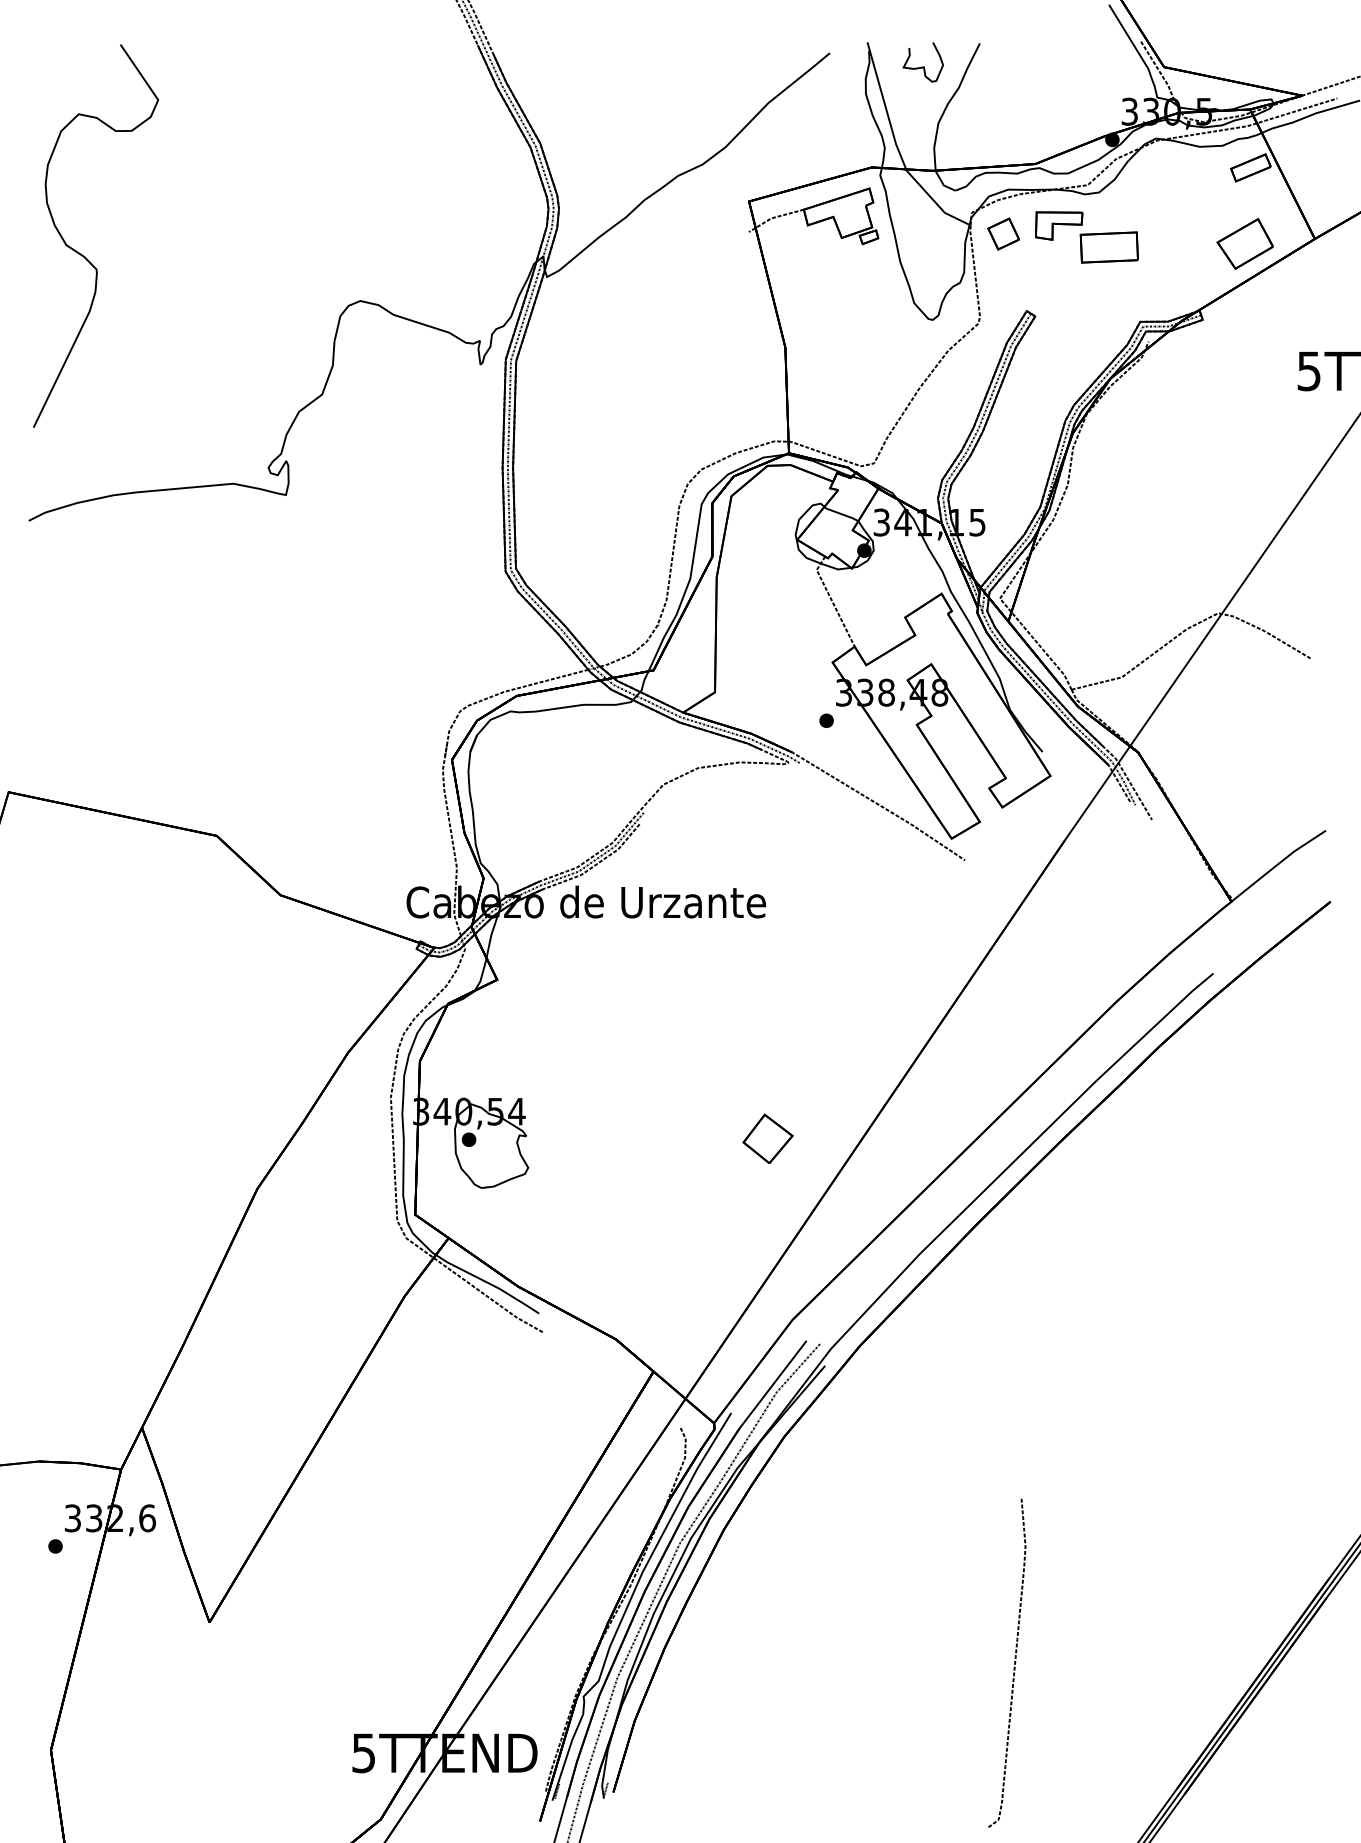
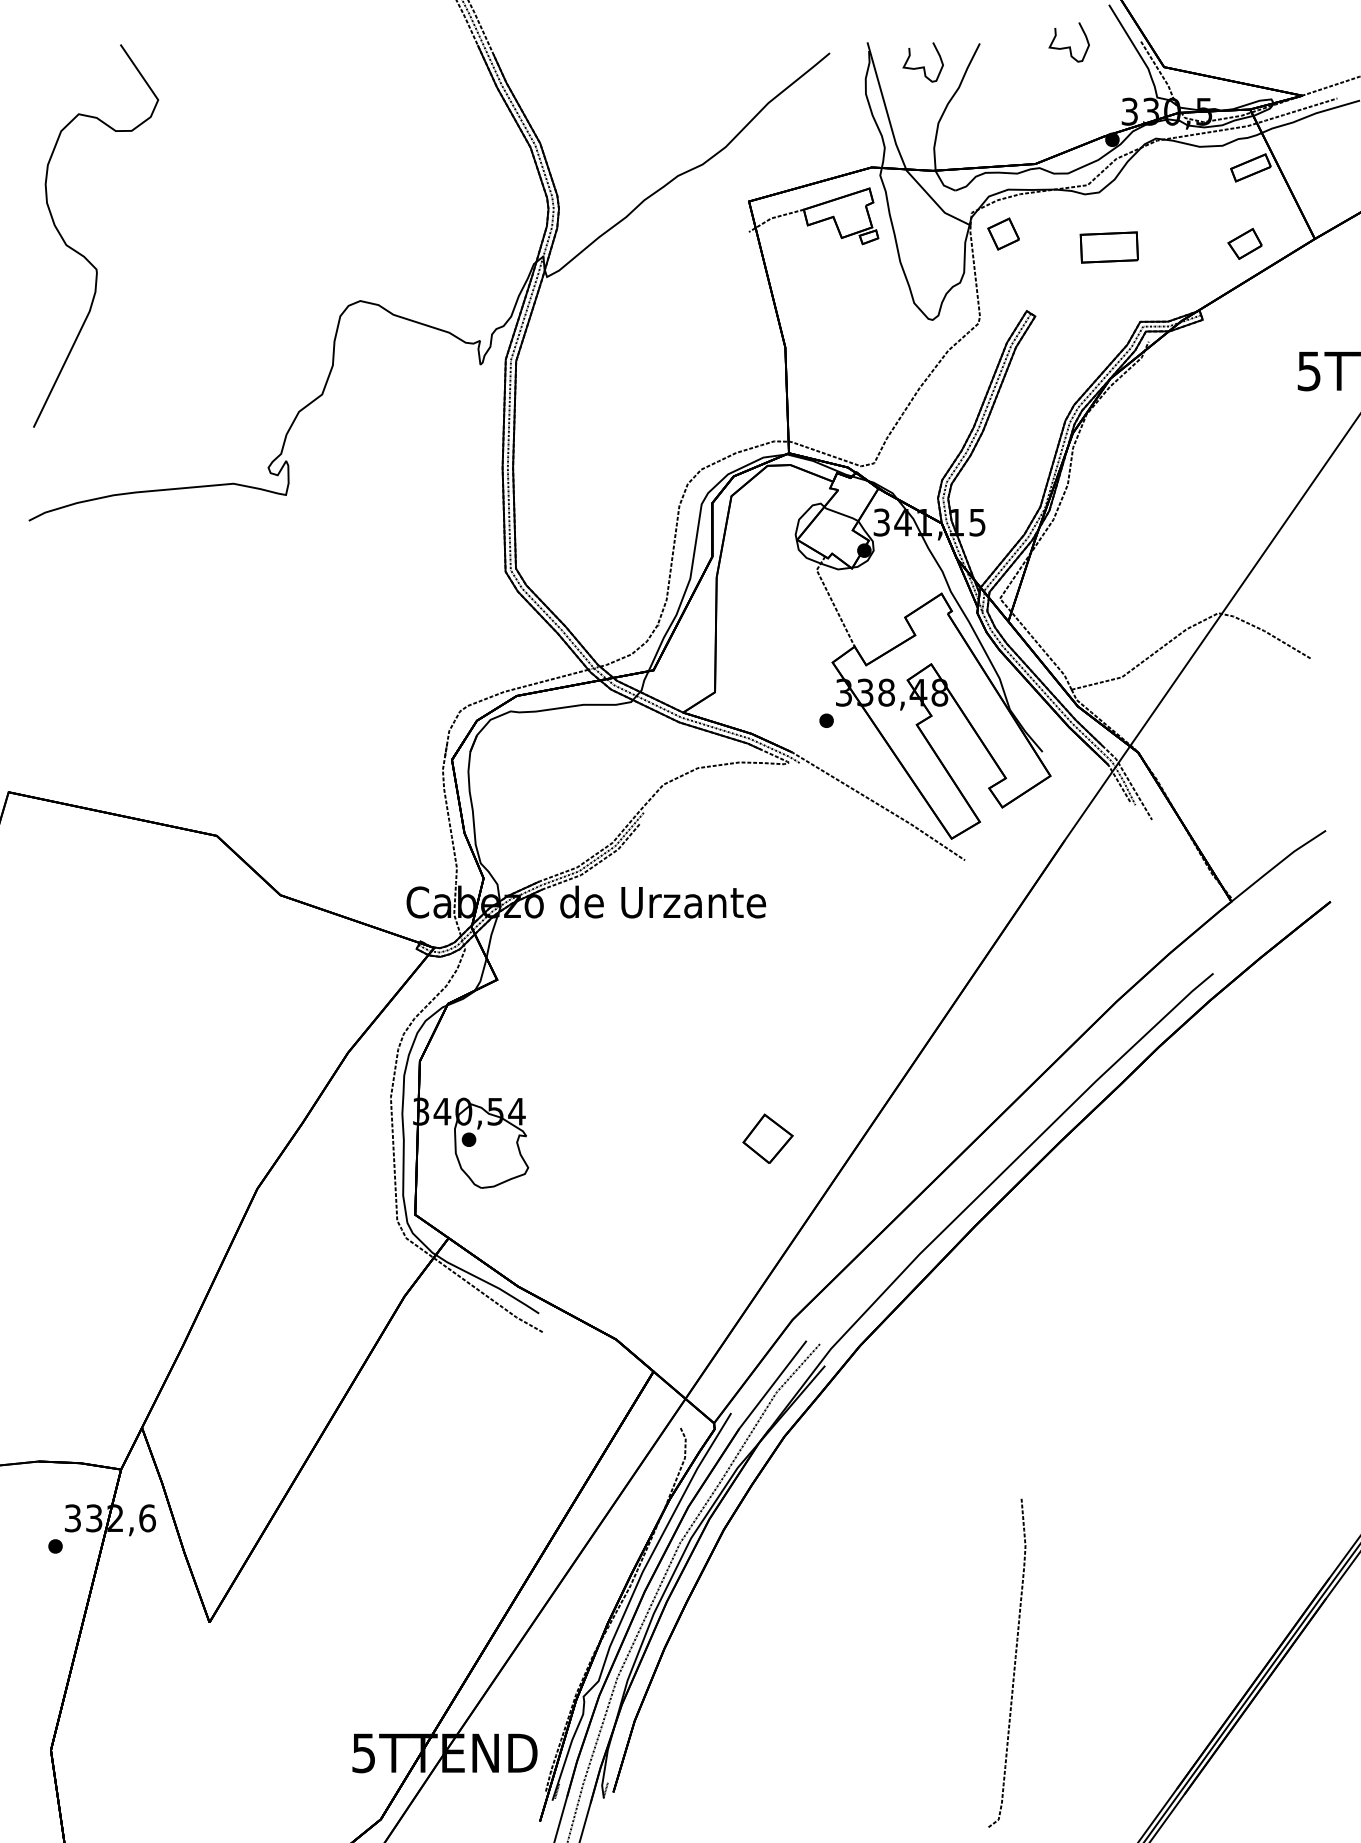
curve at (1068, 46): none -> present
part at (1059, 225): present -> none
part at (1244, 243) size: 58x52 px -> 36x32 px
